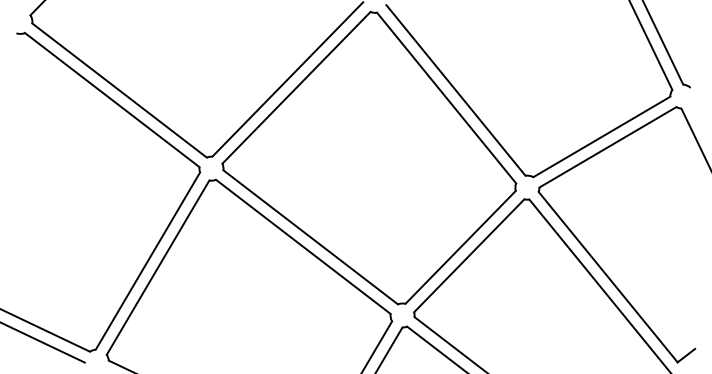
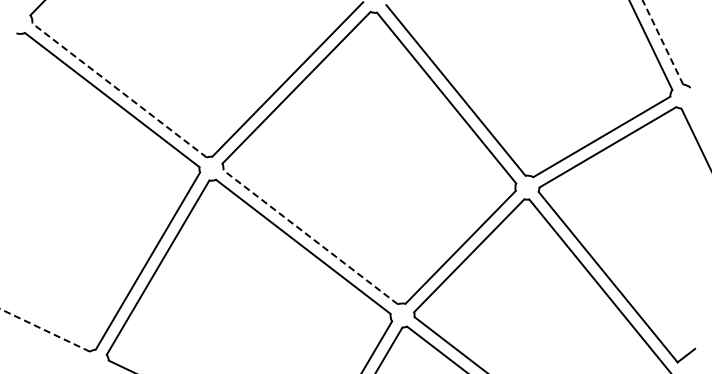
line at (662, 42): solid -> dashed
line at (119, 90): solid -> dashed
line at (310, 237): solid -> dashed
line at (45, 330): solid -> dashed
line at (43, 342): present -> none
